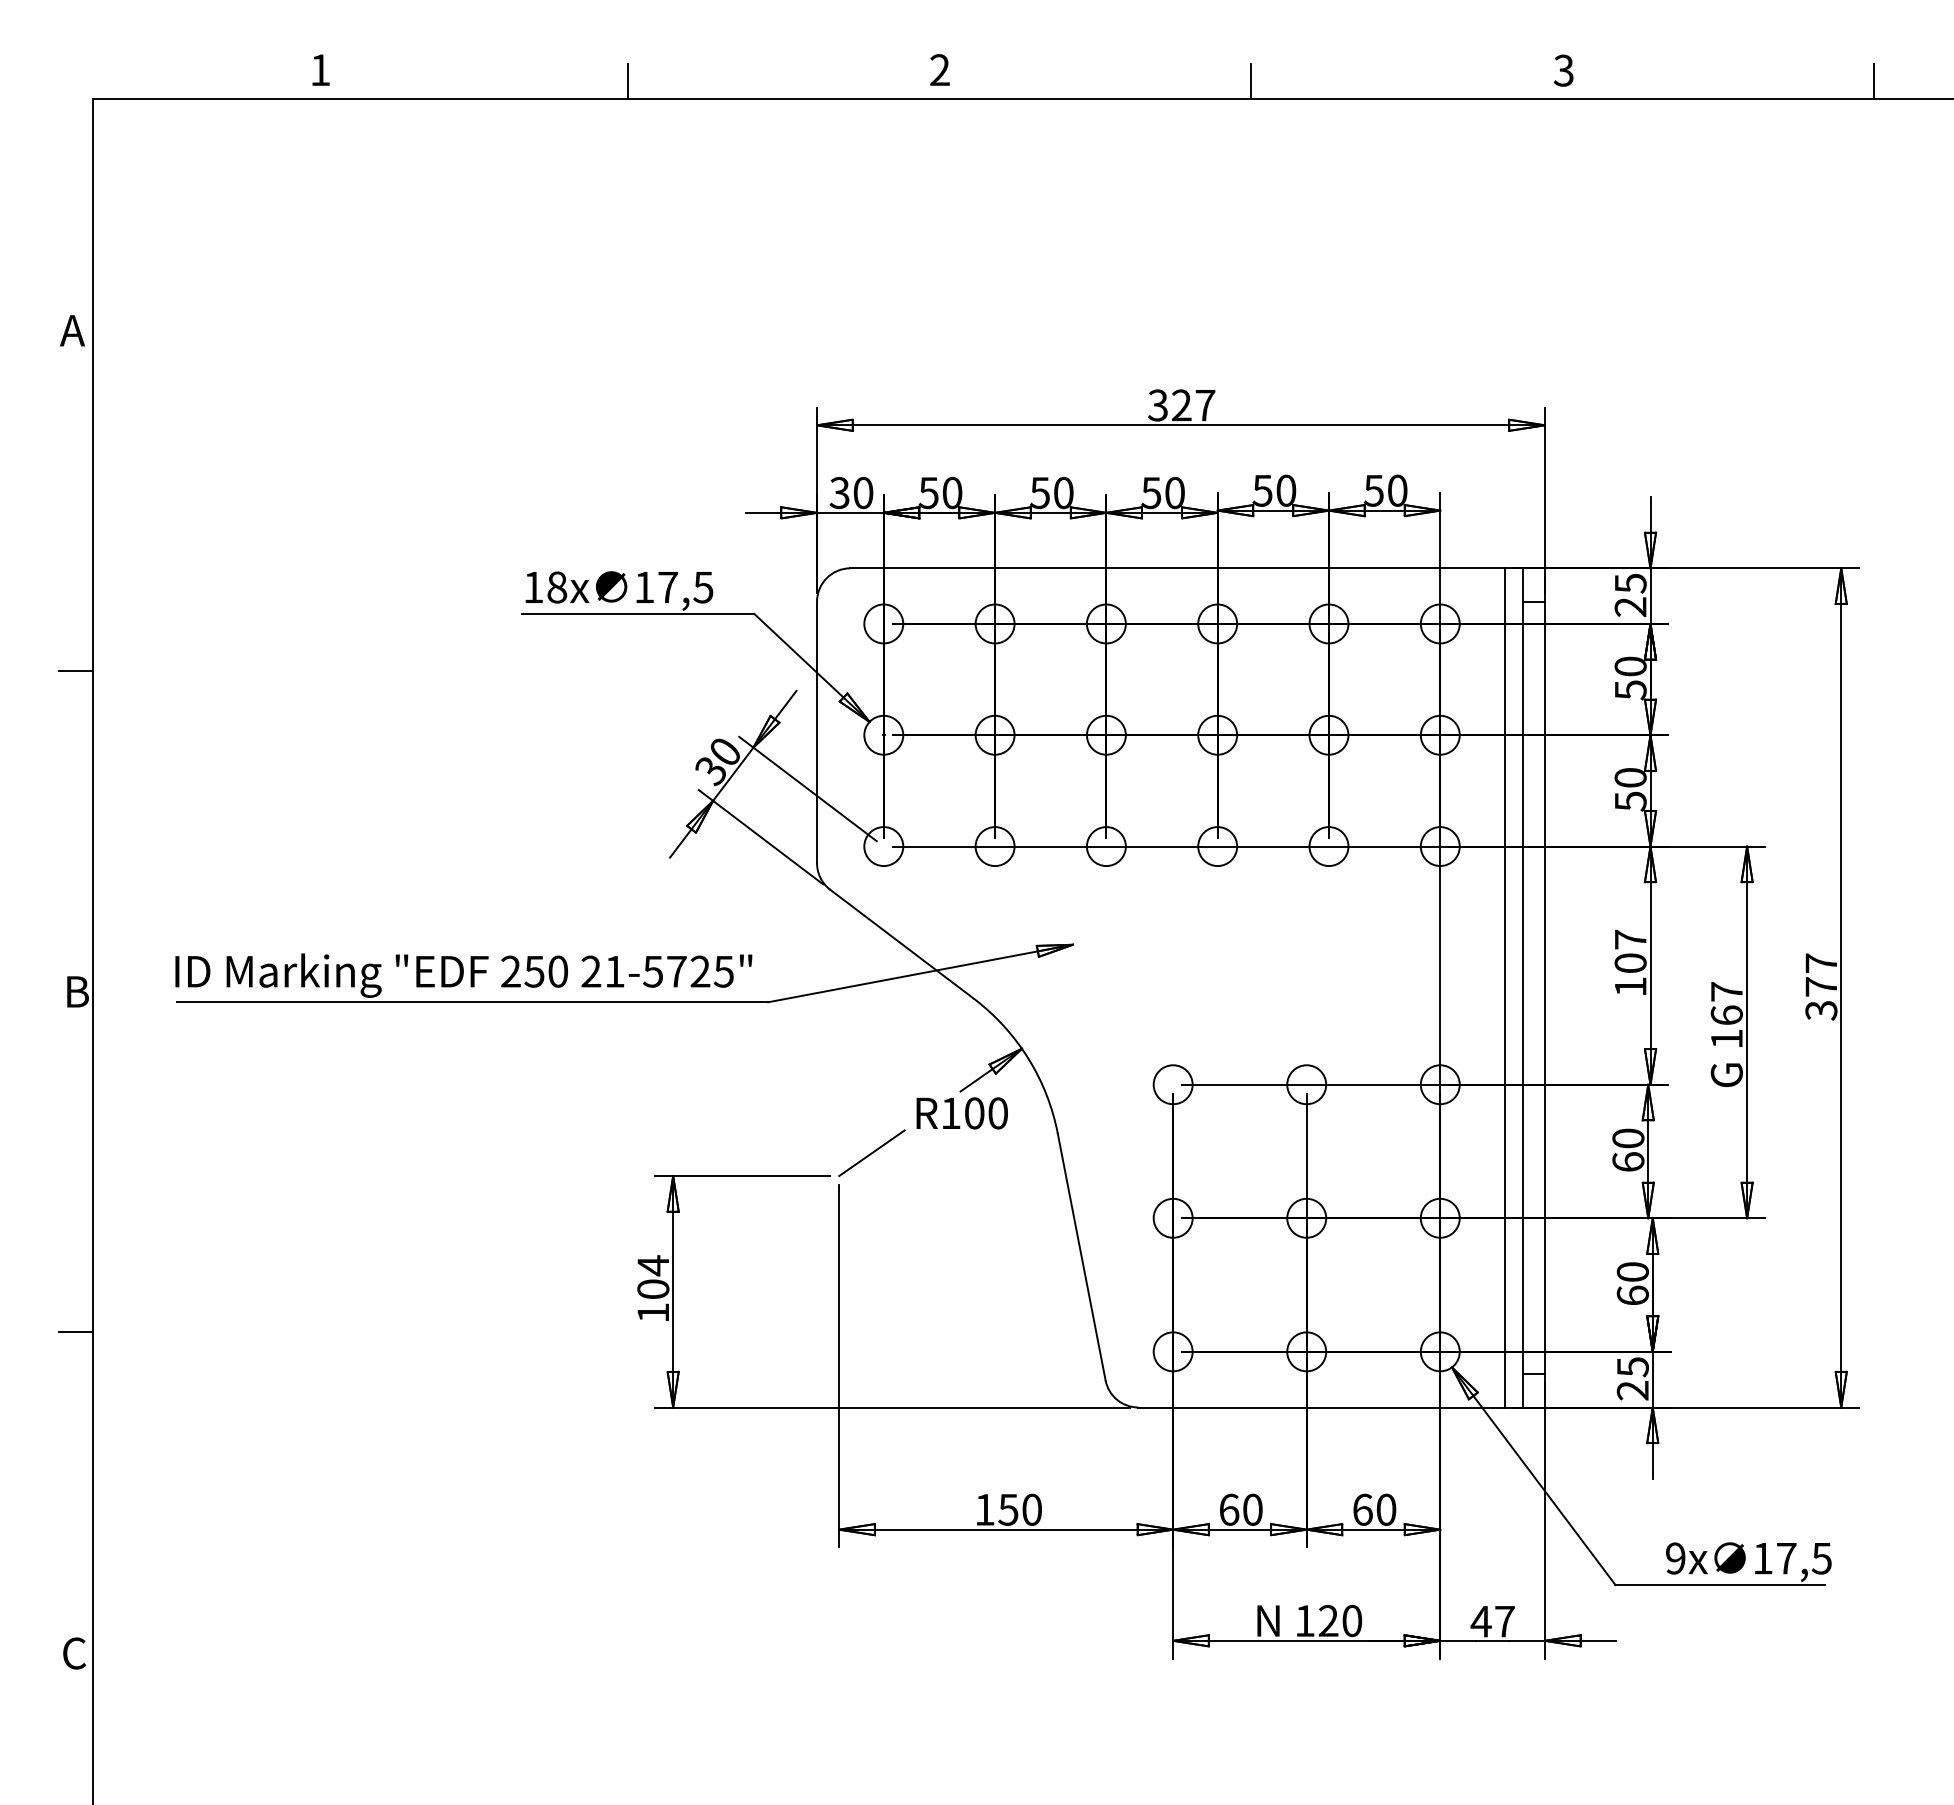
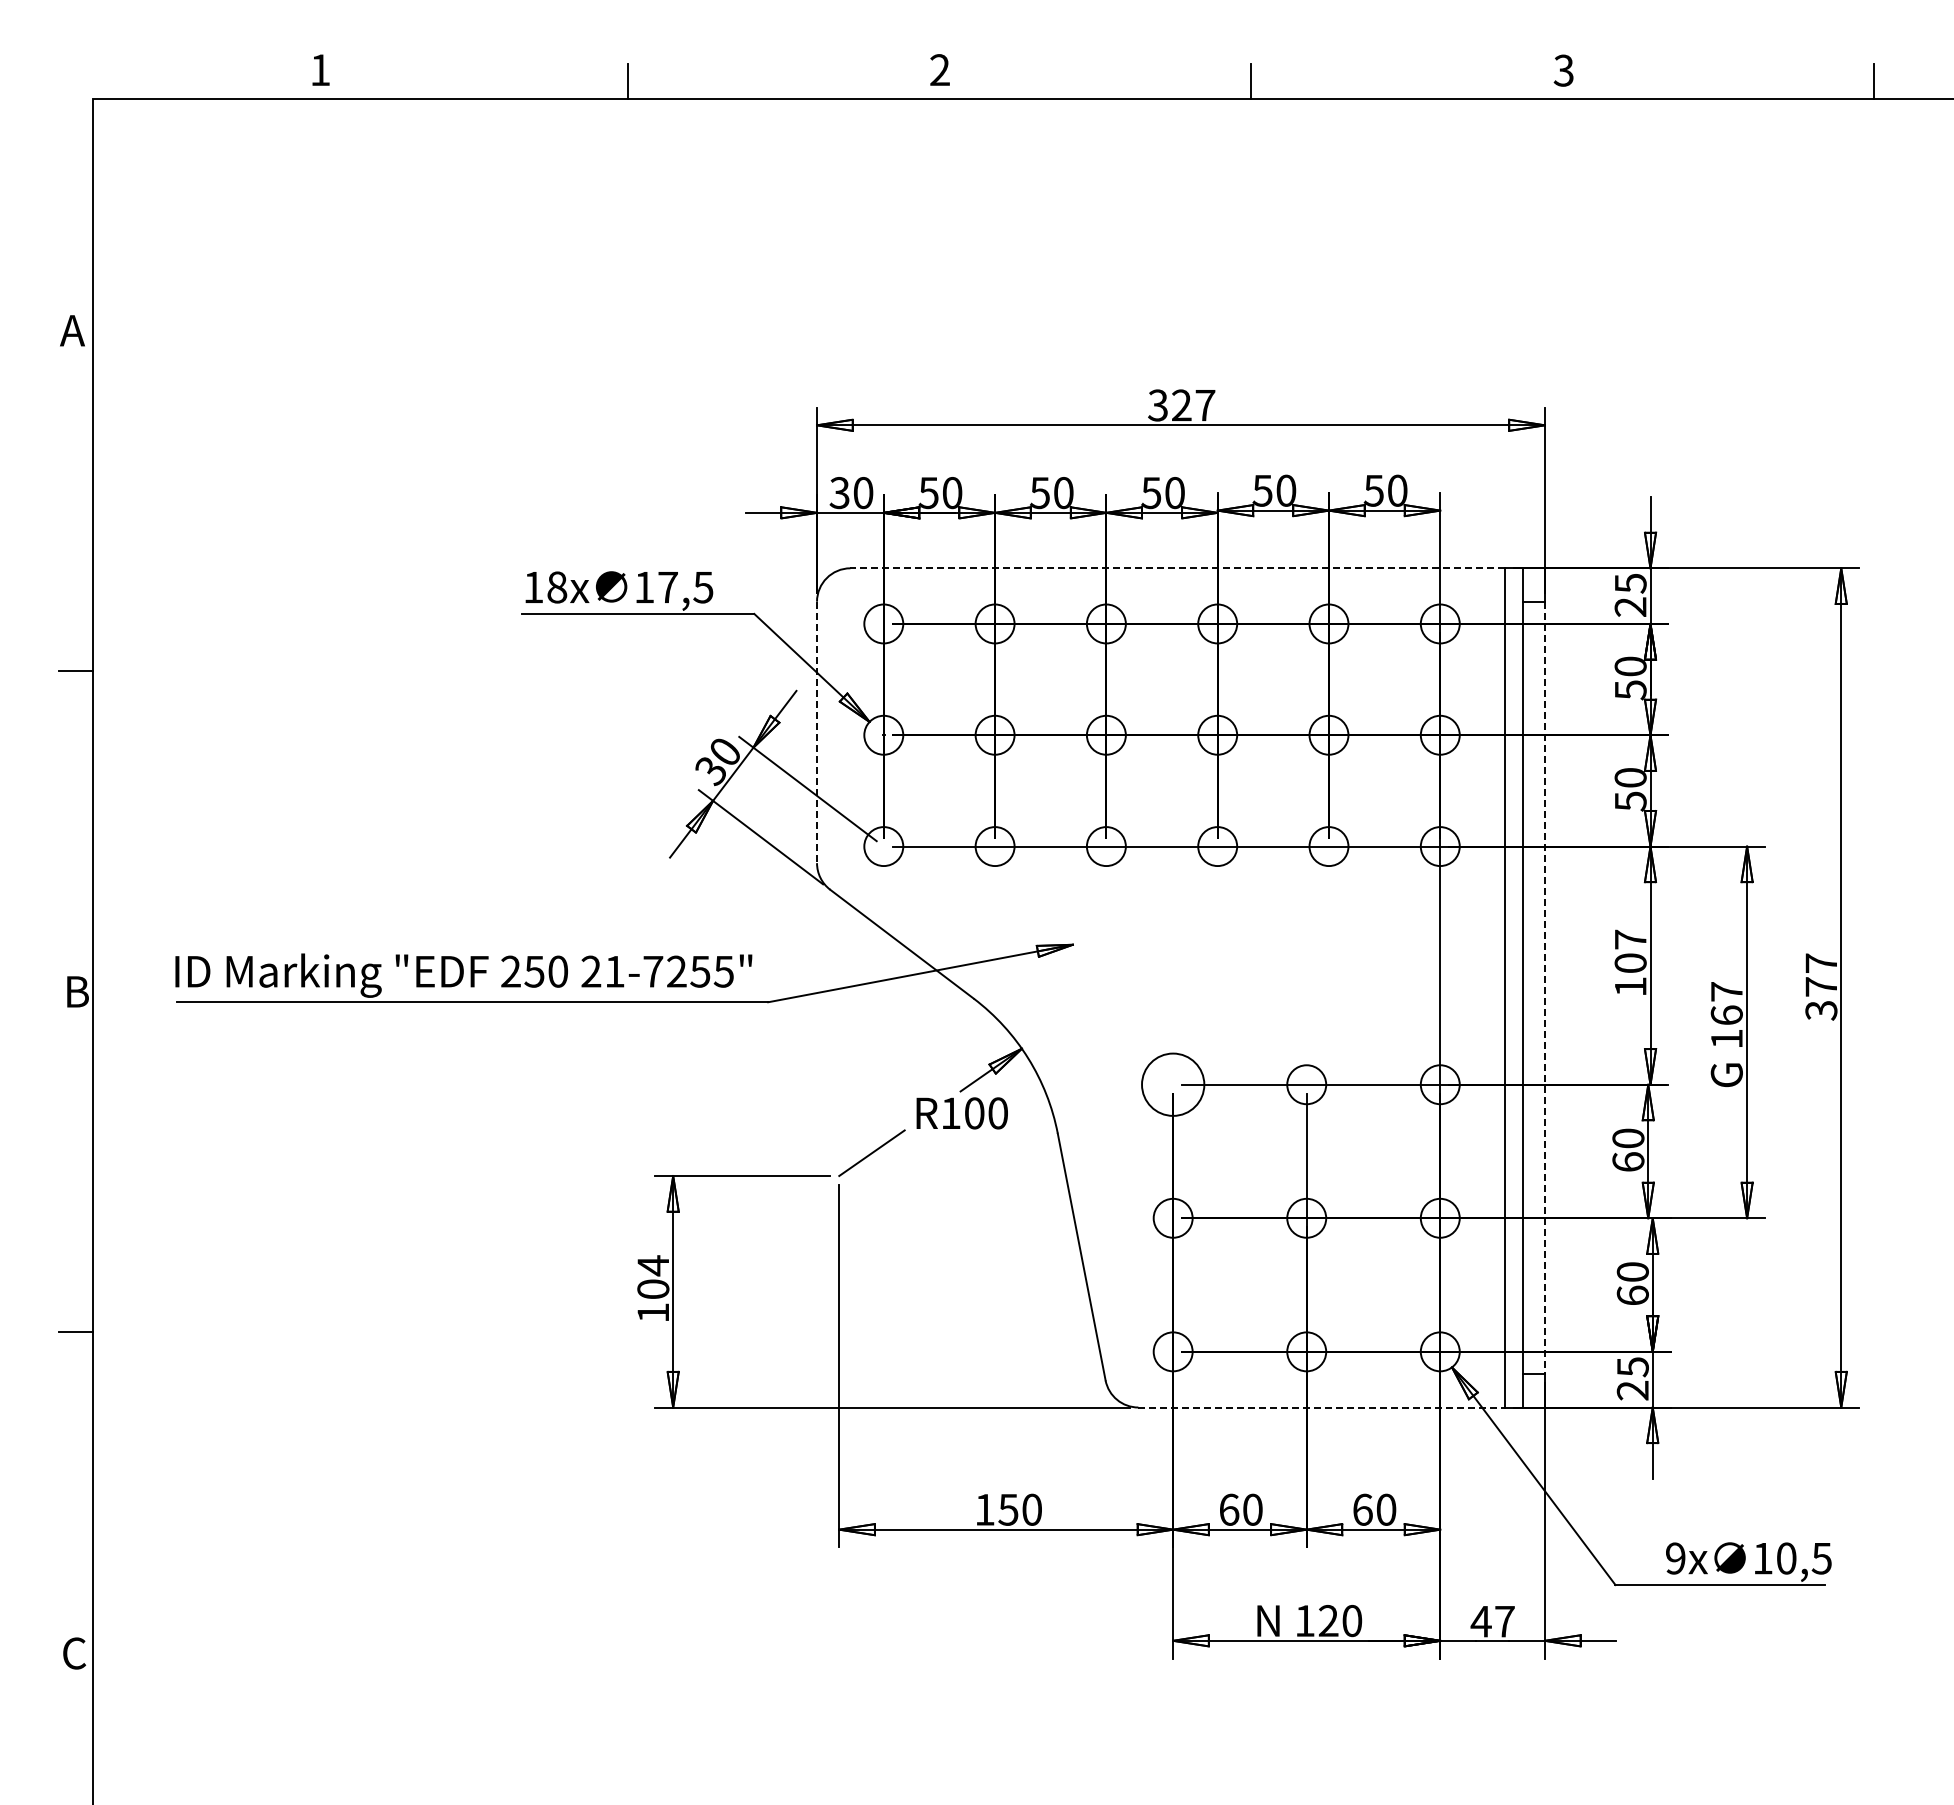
line at (1177, 568): solid -> dashed
line at (817, 732): solid -> dashed
text at (676, 971): 21-5725" -> 21-7255"
line at (1544, 988): solid -> dashed
circle at (1172, 1084) diameter: 39 px -> 62 px
line at (1322, 1407): solid -> dashed
text at (1786, 1558): 17,5 -> 10,5
